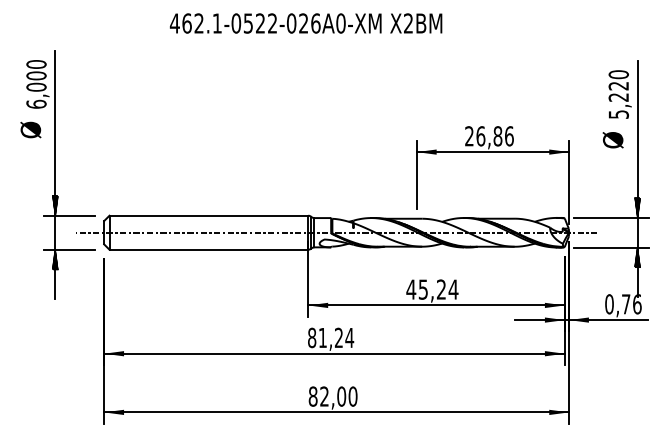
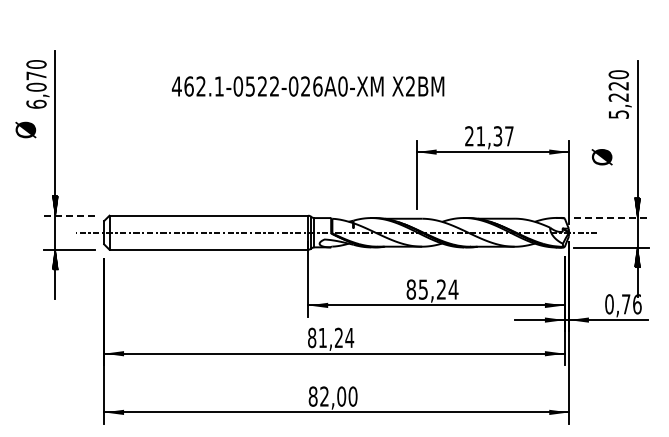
text at (305, 23) position: (305, 23) -> (307, 86)
text at (36, 75): 6,000 -> 6,070
text at (30, 129) position: (30, 129) -> (25, 129)
text at (494, 136): 26,86 -> 21,37
text at (612, 140) position: (612, 140) -> (601, 157)
line at (69, 215): solid -> dashed
line at (611, 217): solid -> dashed
text at (411, 289): 45,24 -> 85,24
